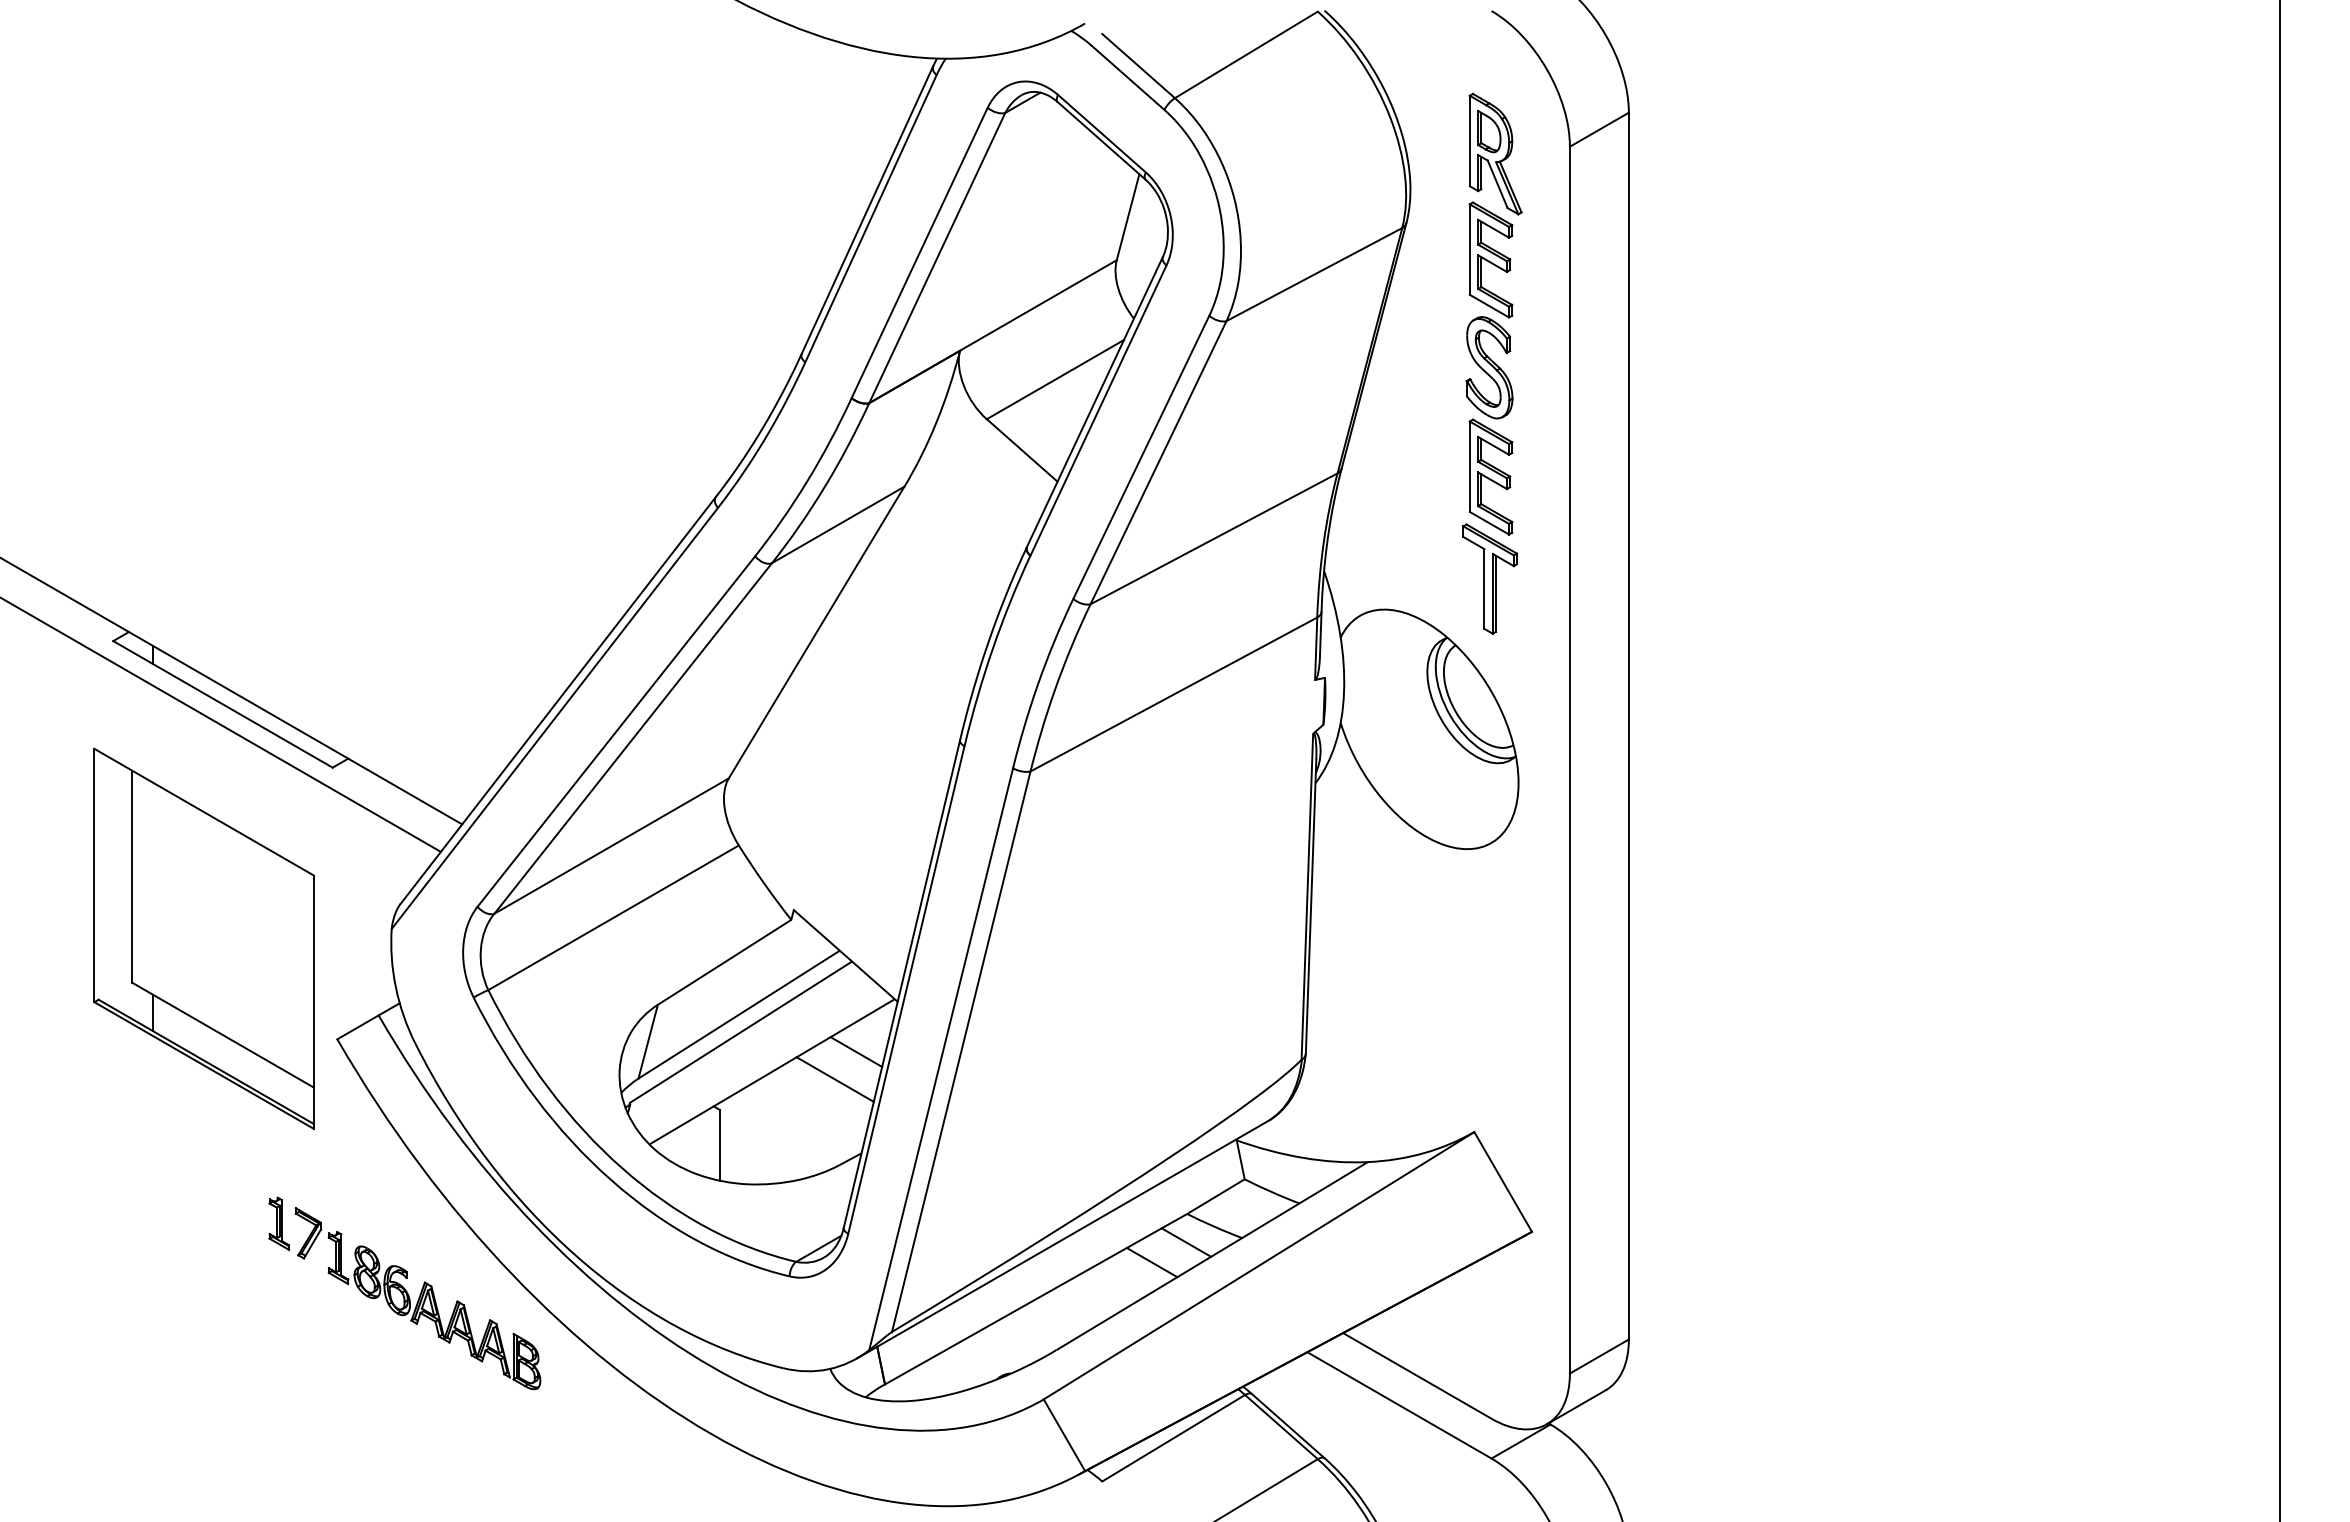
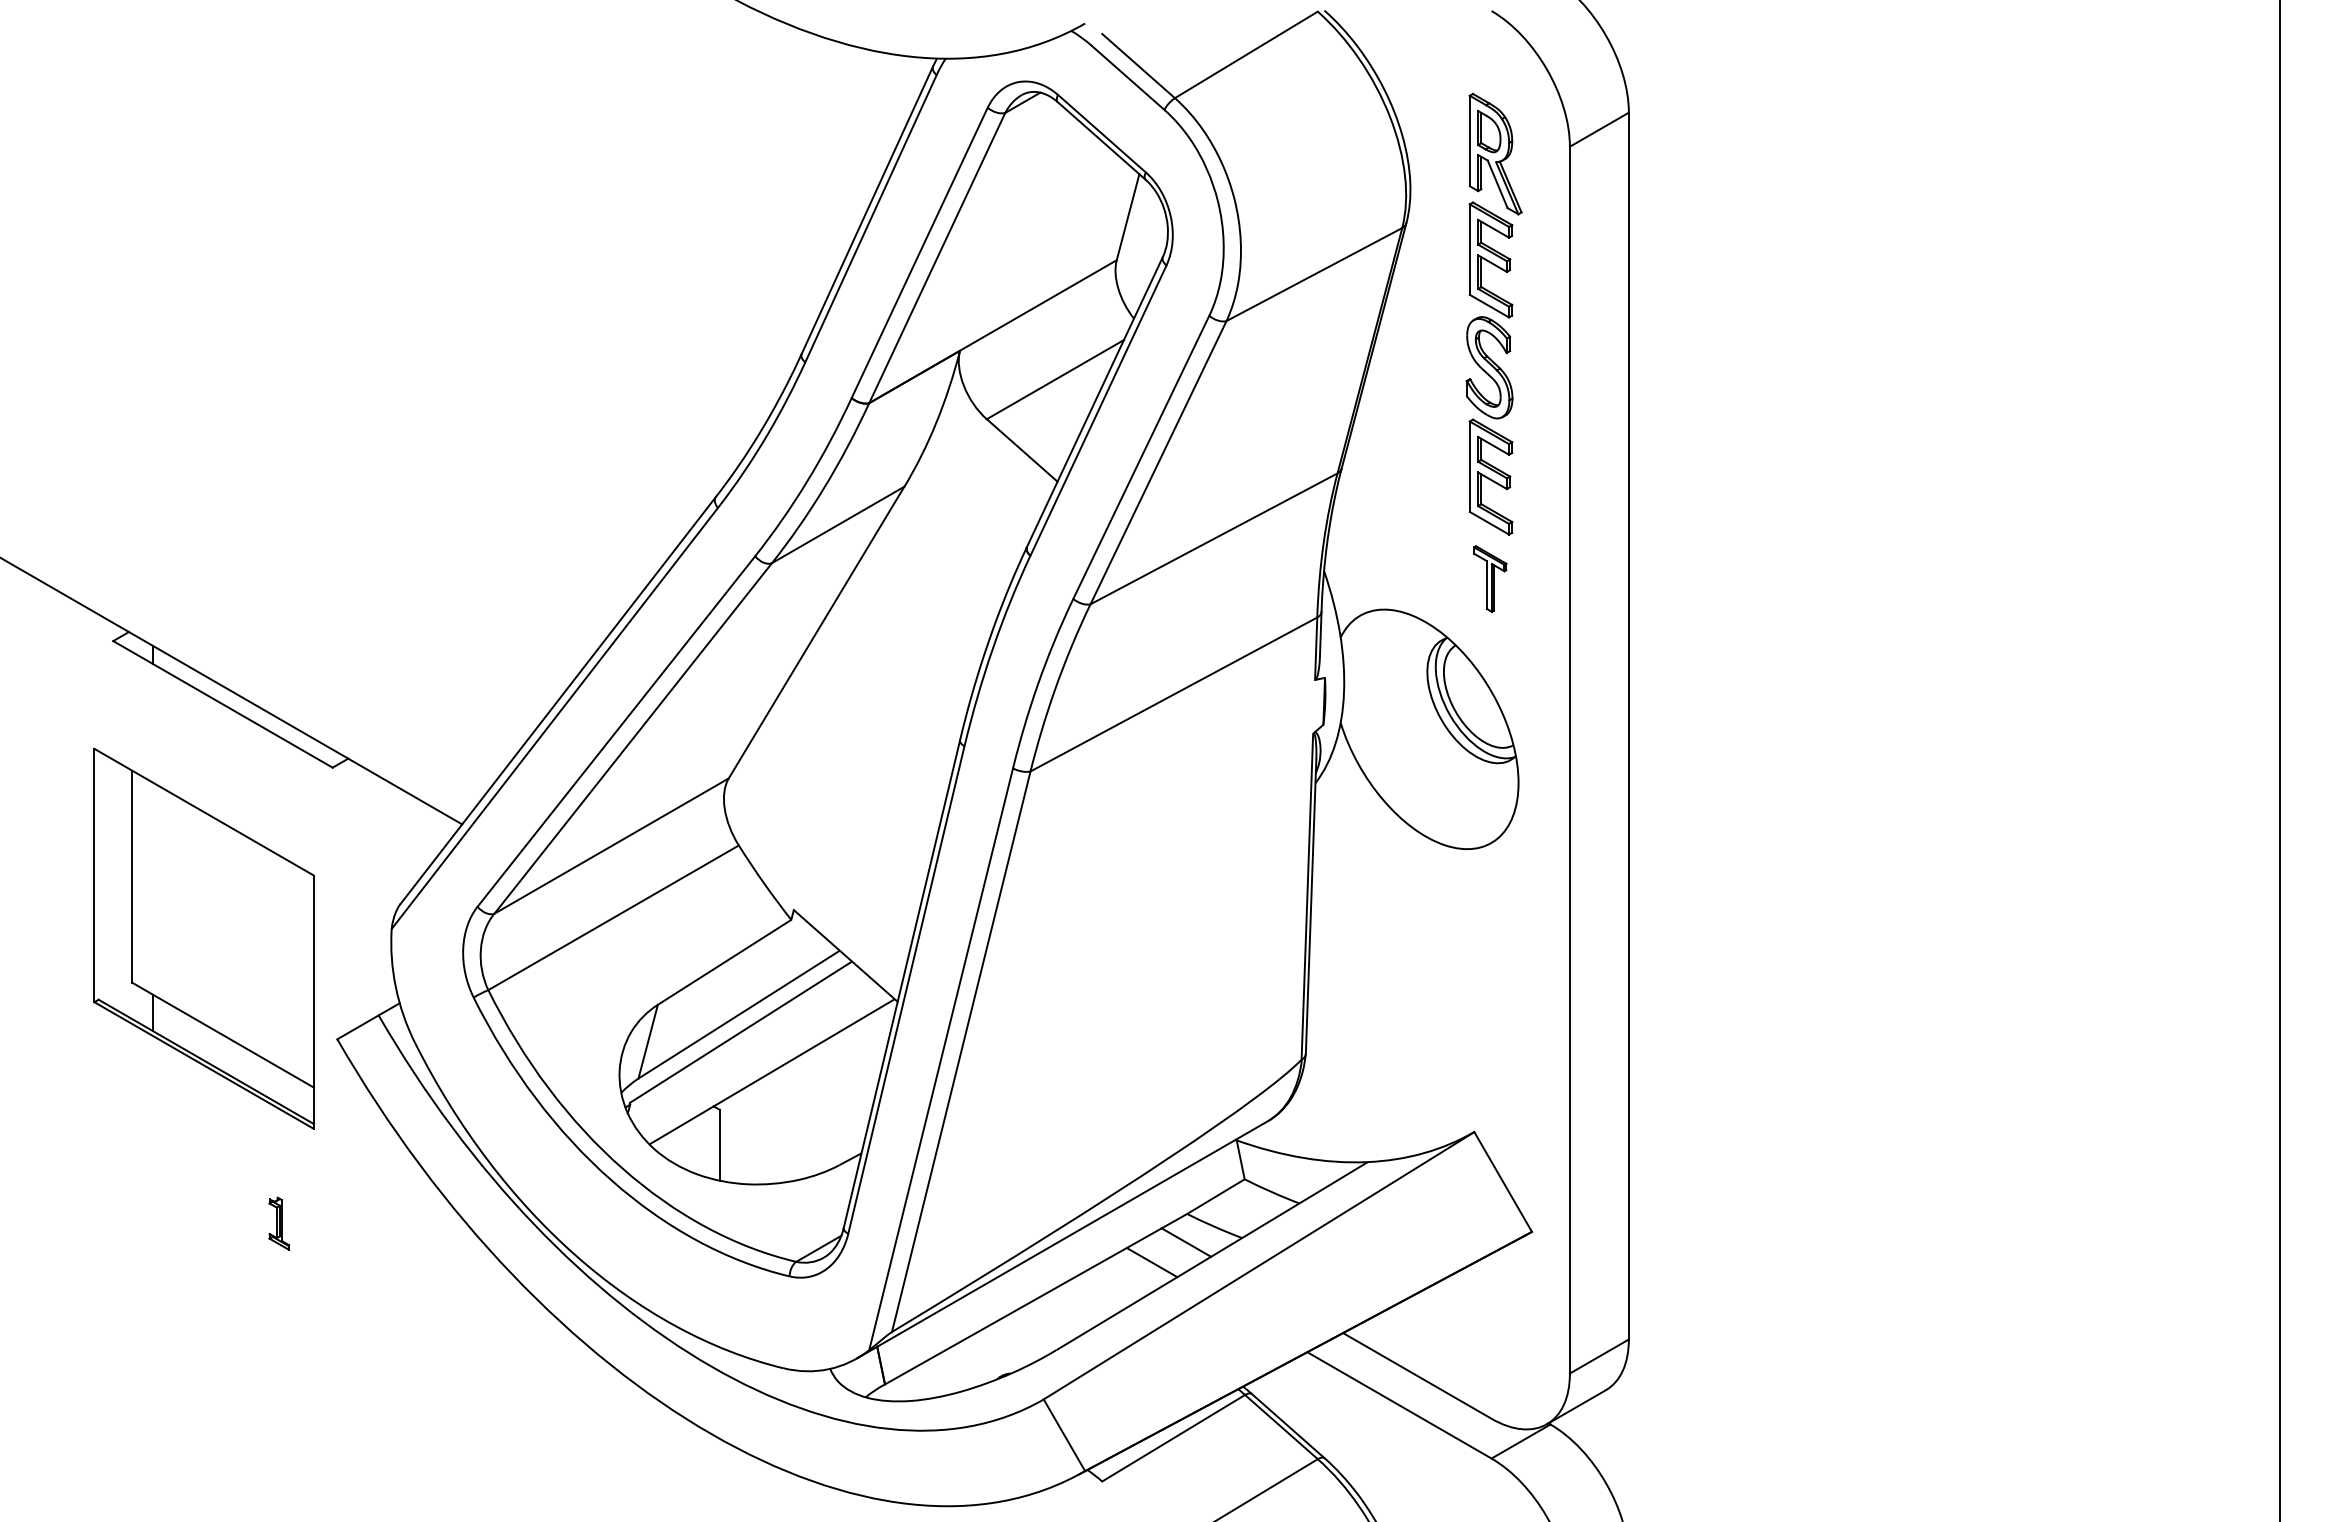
part at (1490, 578) size: 57x112 px -> 35x68 px
line at (221, 724): present -> none
line at (856, 1051): present -> none
line at (834, 1079): present -> none
part at (417, 1298): present -> none
